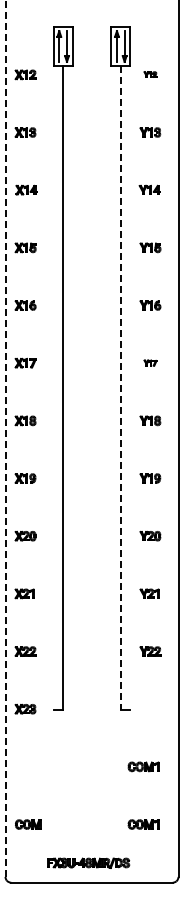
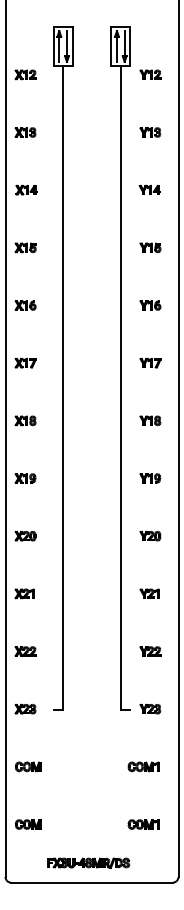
part at (150, 74) size: 15x7 px -> 23x11 px
part at (150, 362) size: 15x8 px -> 23x12 px
line at (120, 387): dashed -> solid
line at (5, 438): dashed -> solid
part at (150, 708): none -> present
part at (28, 766): none -> present
